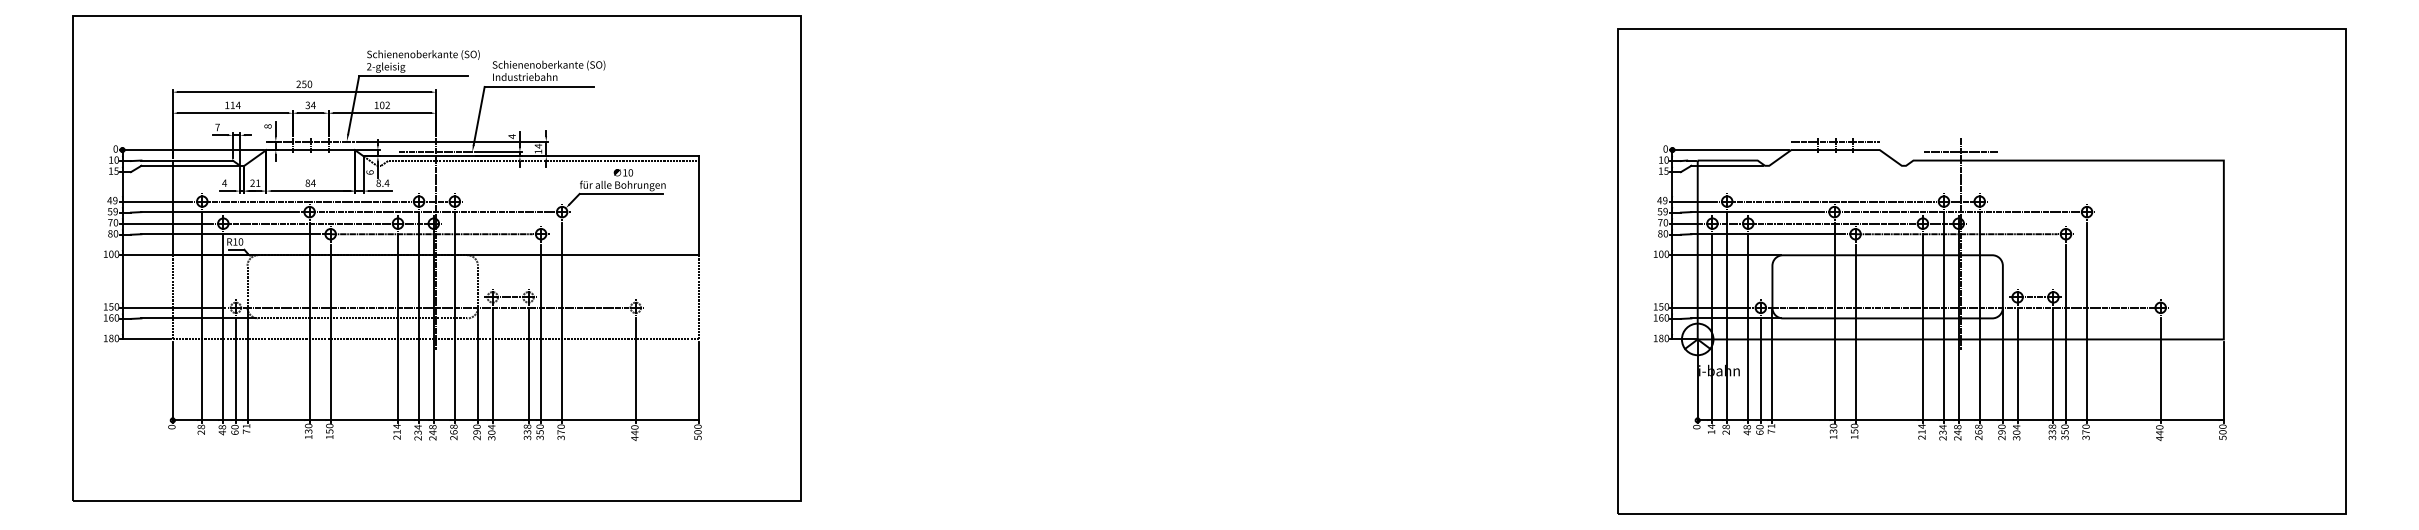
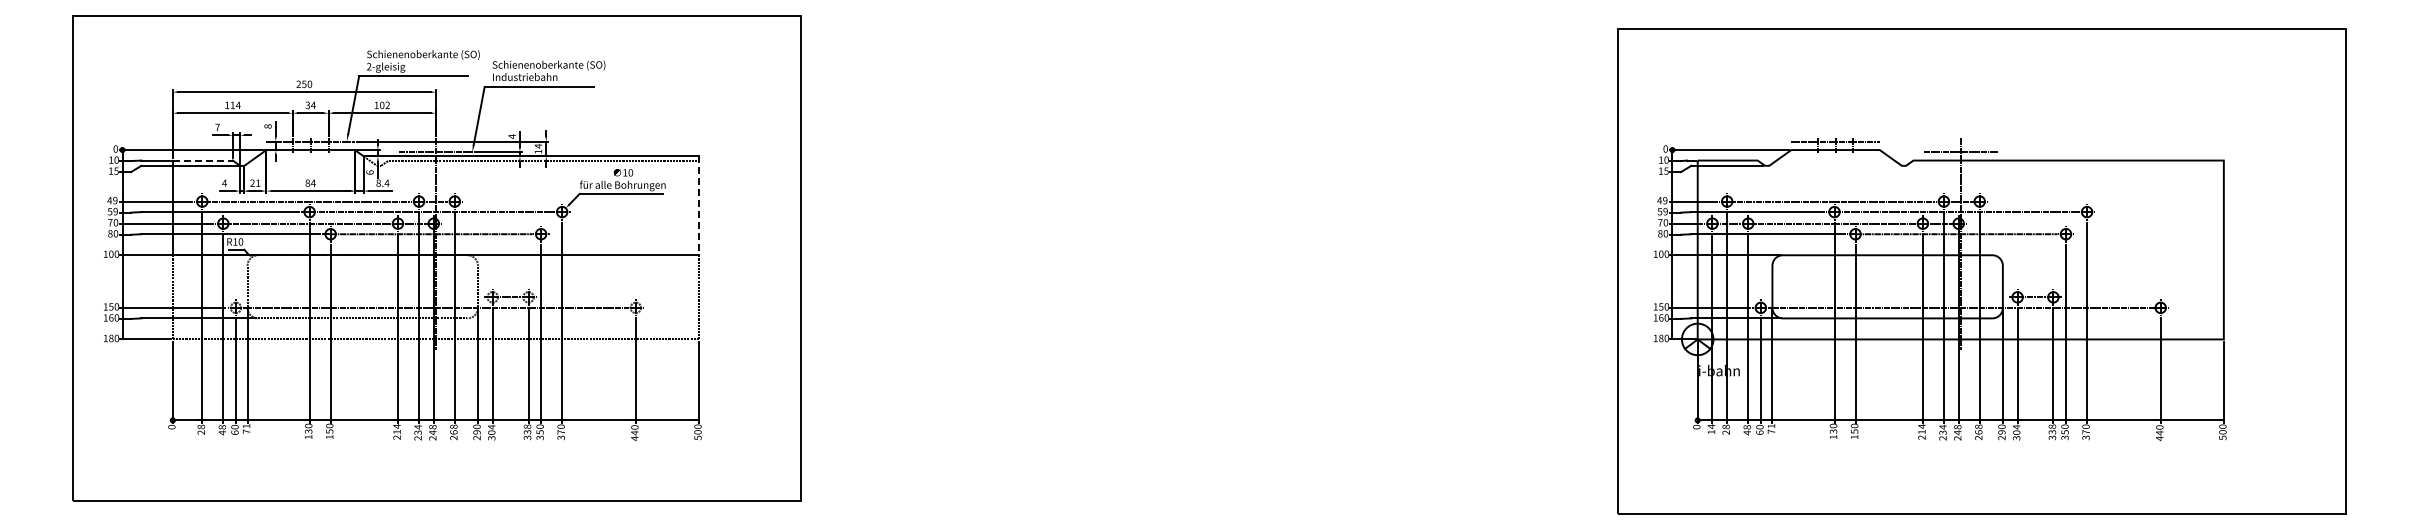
line at (202, 160): solid -> dashed
line at (698, 206): solid -> dashed
